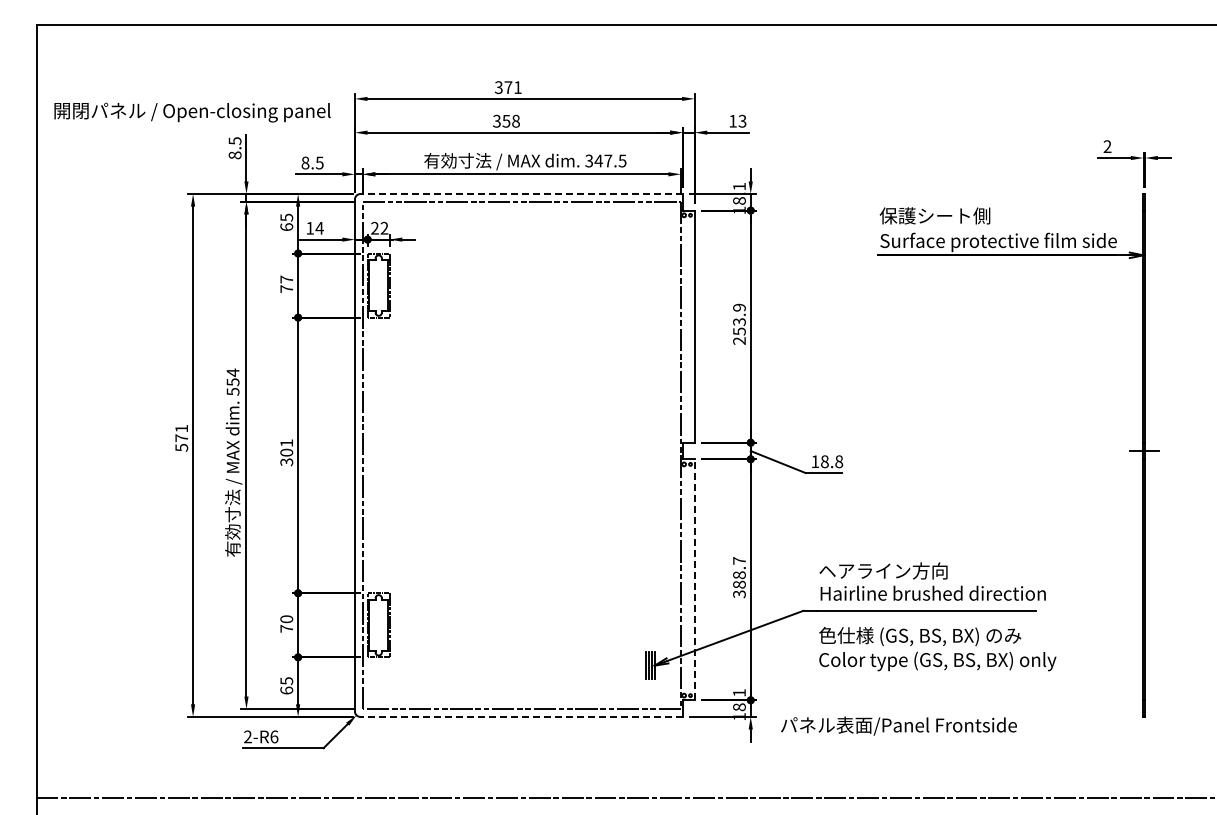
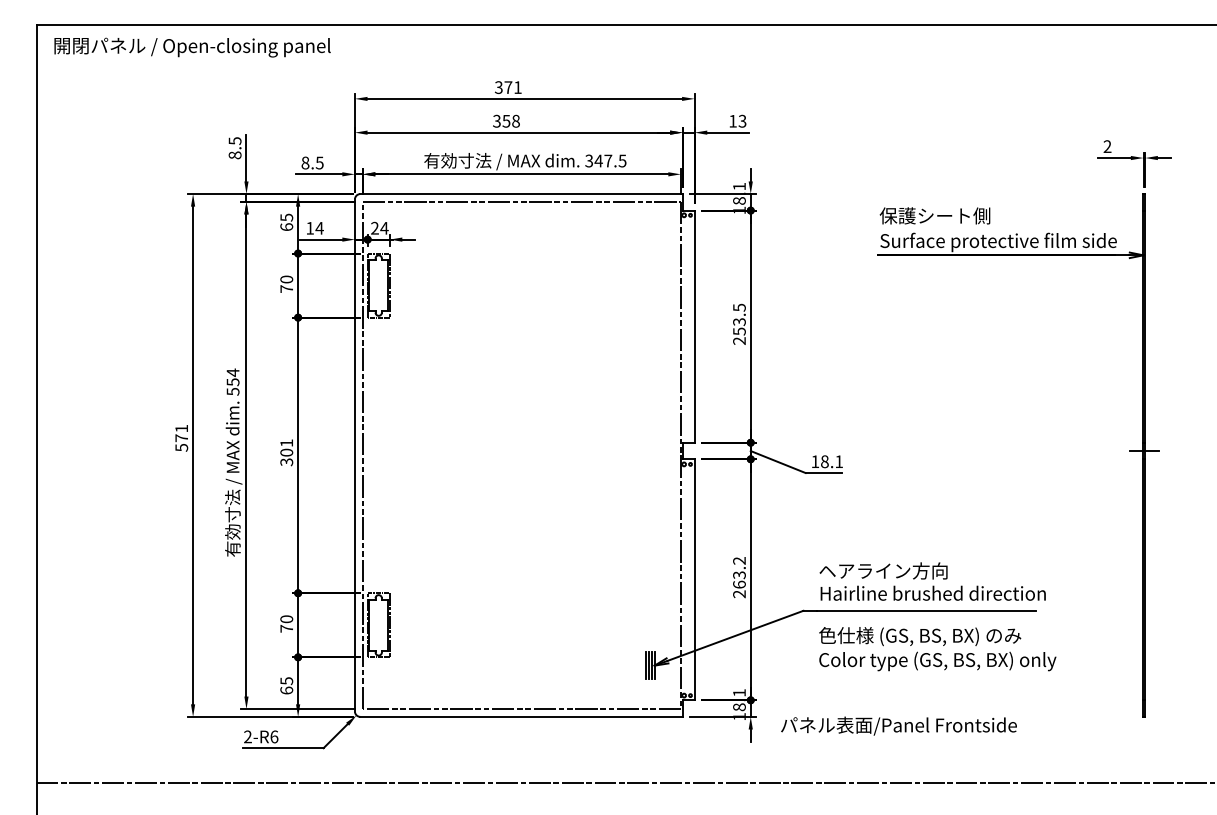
text at (192, 112) position: (192, 112) -> (192, 47)
line at (521, 194): dashed -> solid
text at (384, 227): 22 -> 24
text at (286, 279): 77 -> 70
text at (739, 307): 253.9 -> 253.5
text at (839, 461): 18.8 -> 18.1
text at (739, 577): 388.7 -> 263.2
line at (694, 579): dashed -> solid
line at (521, 716): dashed -> solid
line at (624, 798) position: (624, 798) -> (624, 783)
